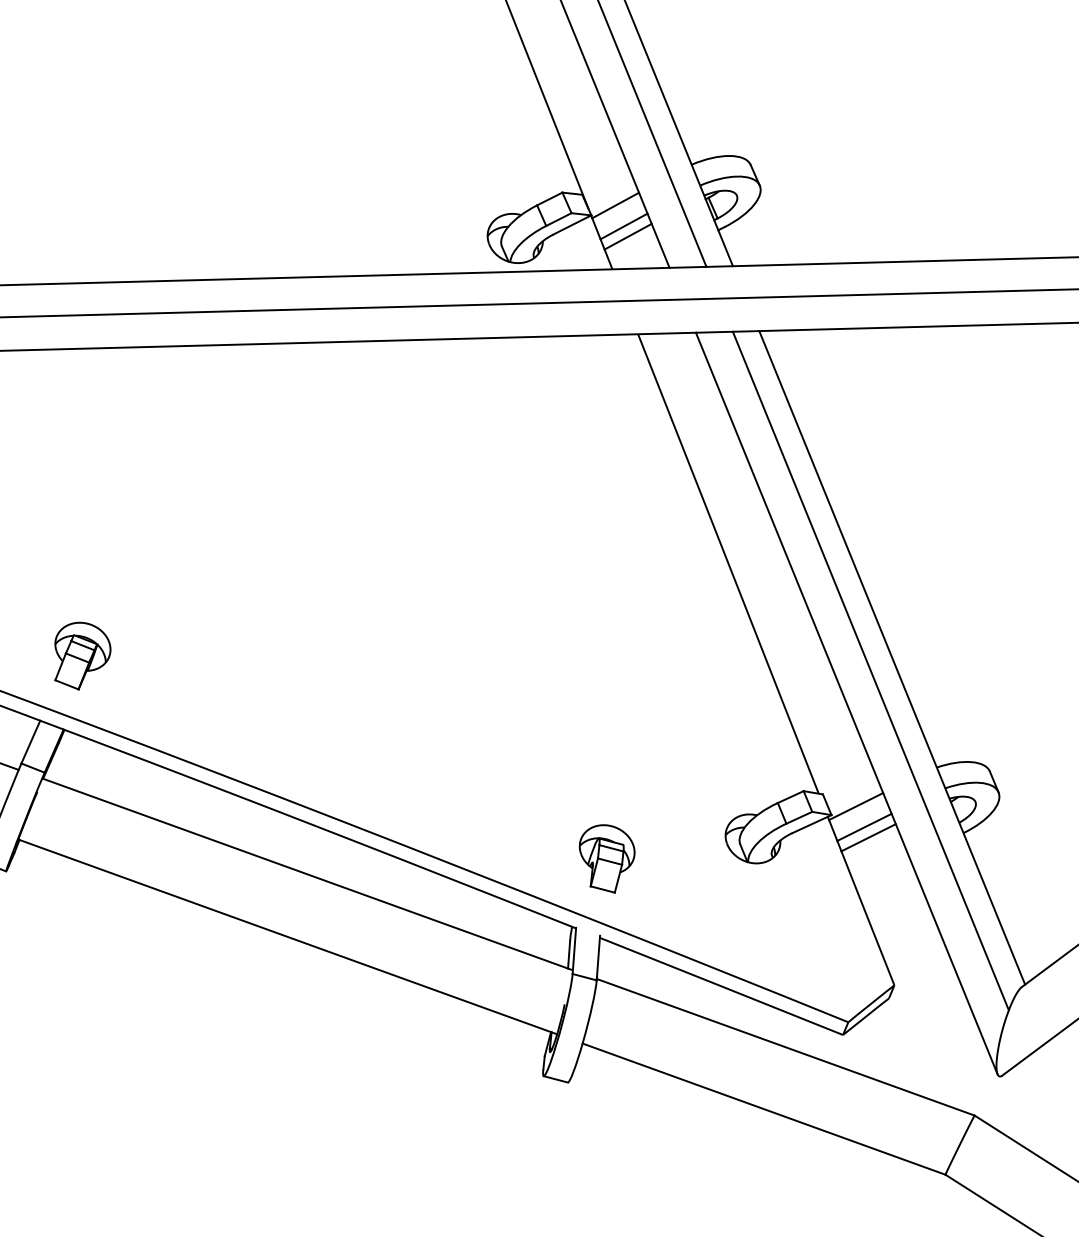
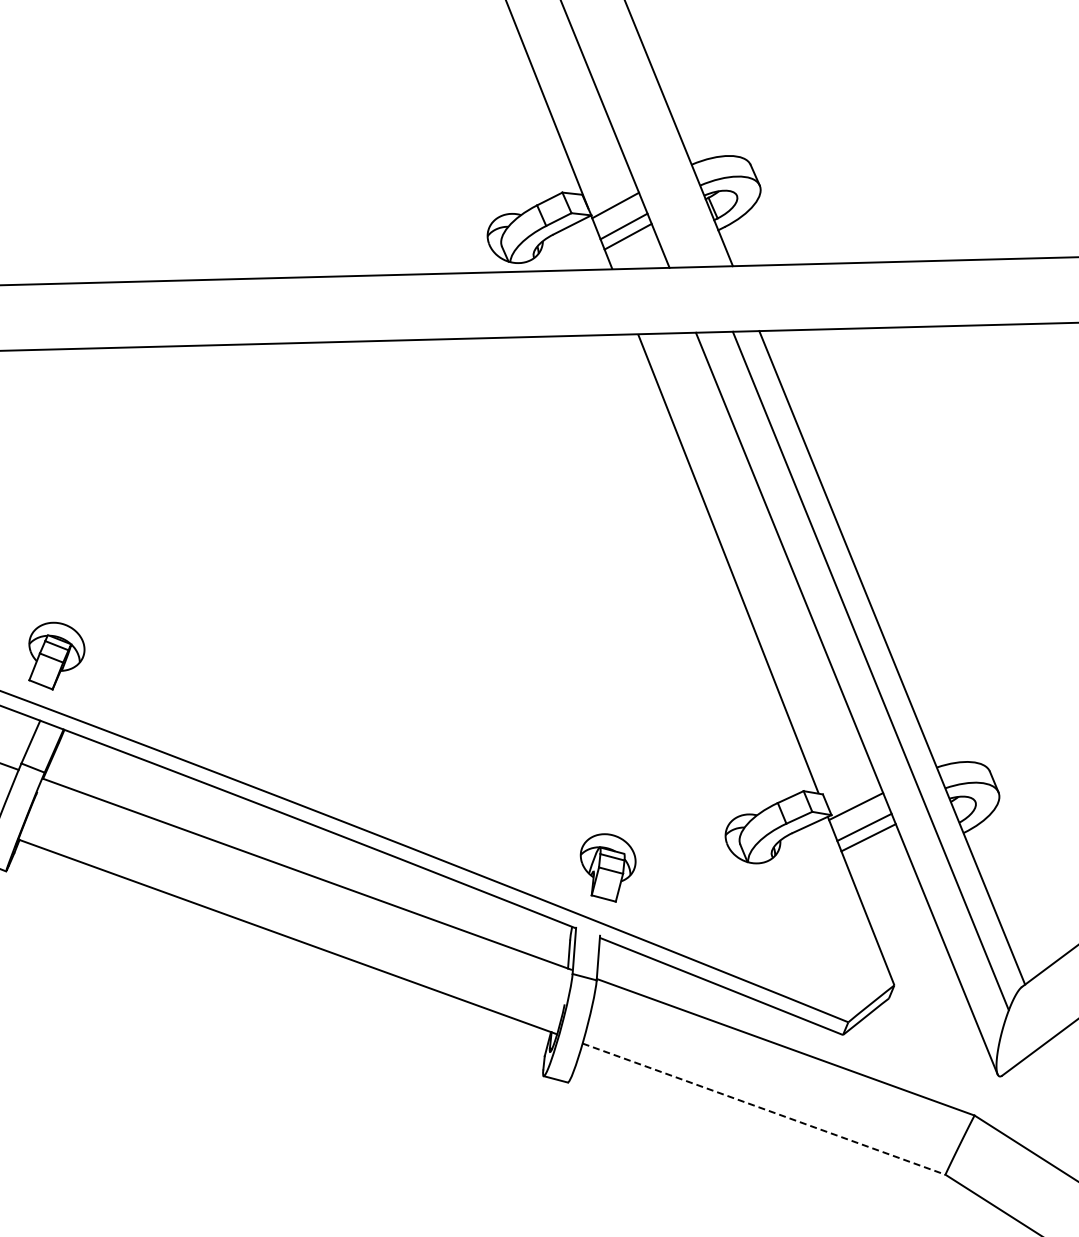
line at (652, 134): present -> none
line at (538, 303): present -> none
part at (82, 655) position: (82, 655) -> (56, 655)
part at (606, 858) position: (606, 858) -> (607, 867)
line at (764, 1109): solid -> dashed
